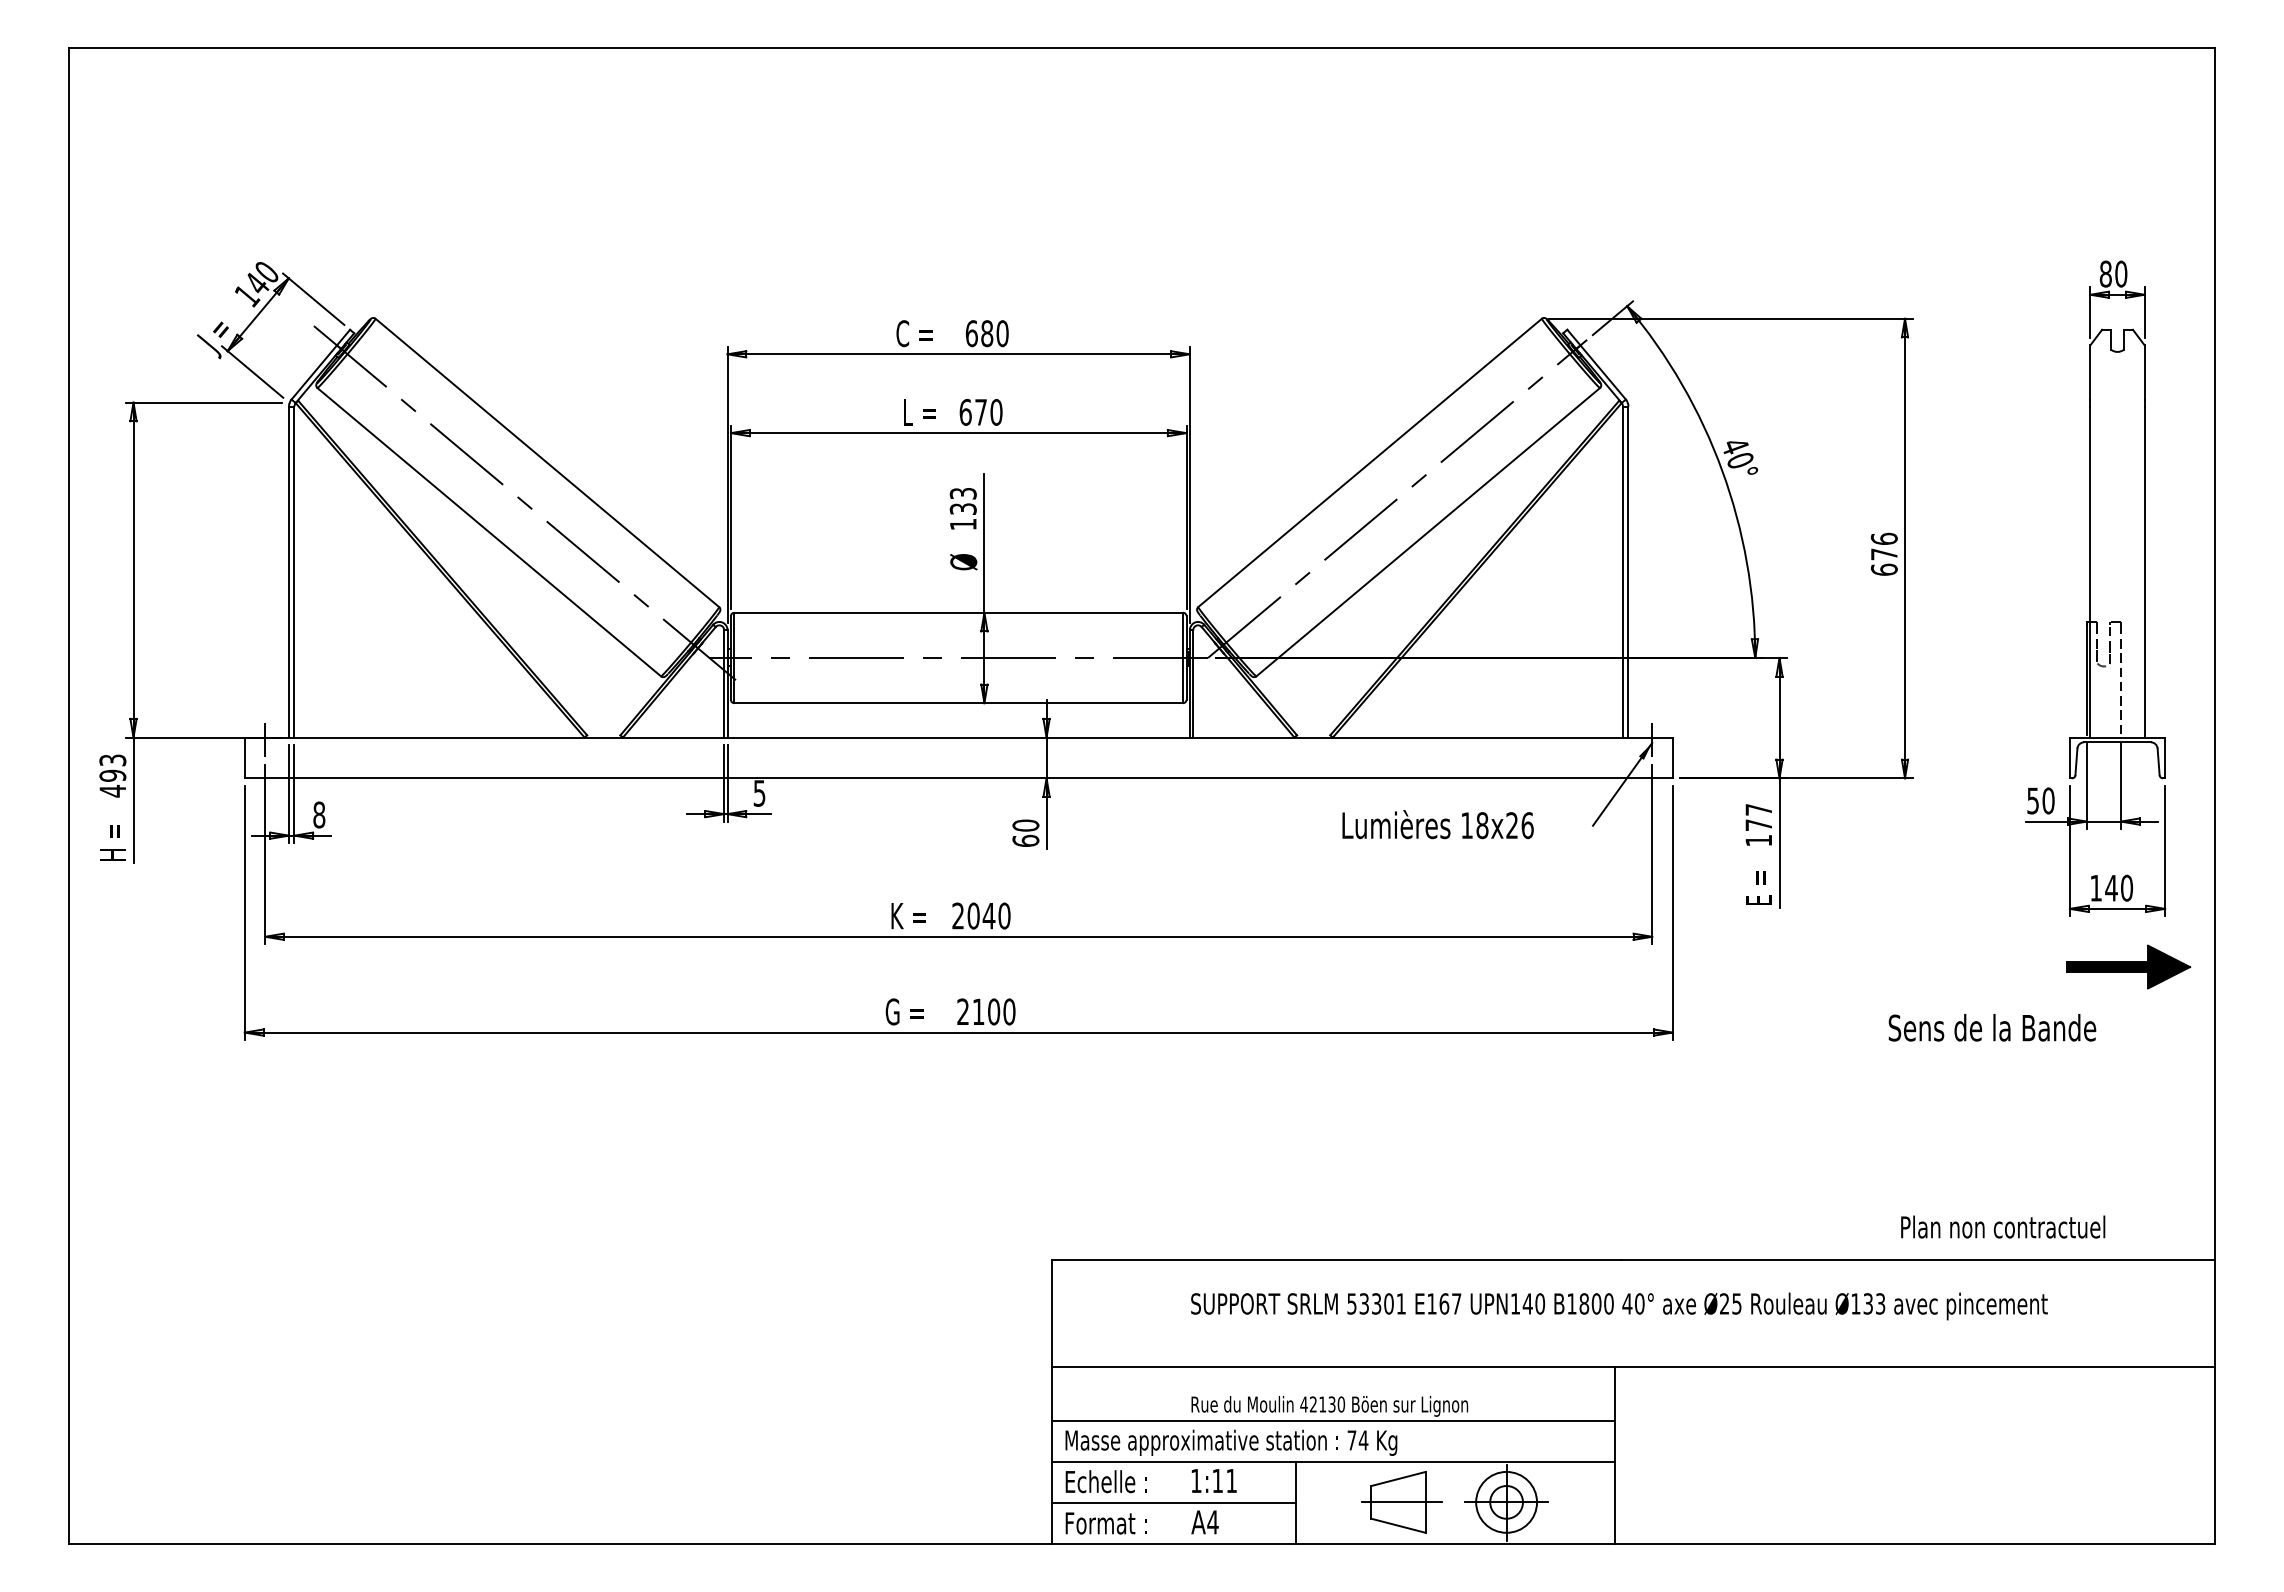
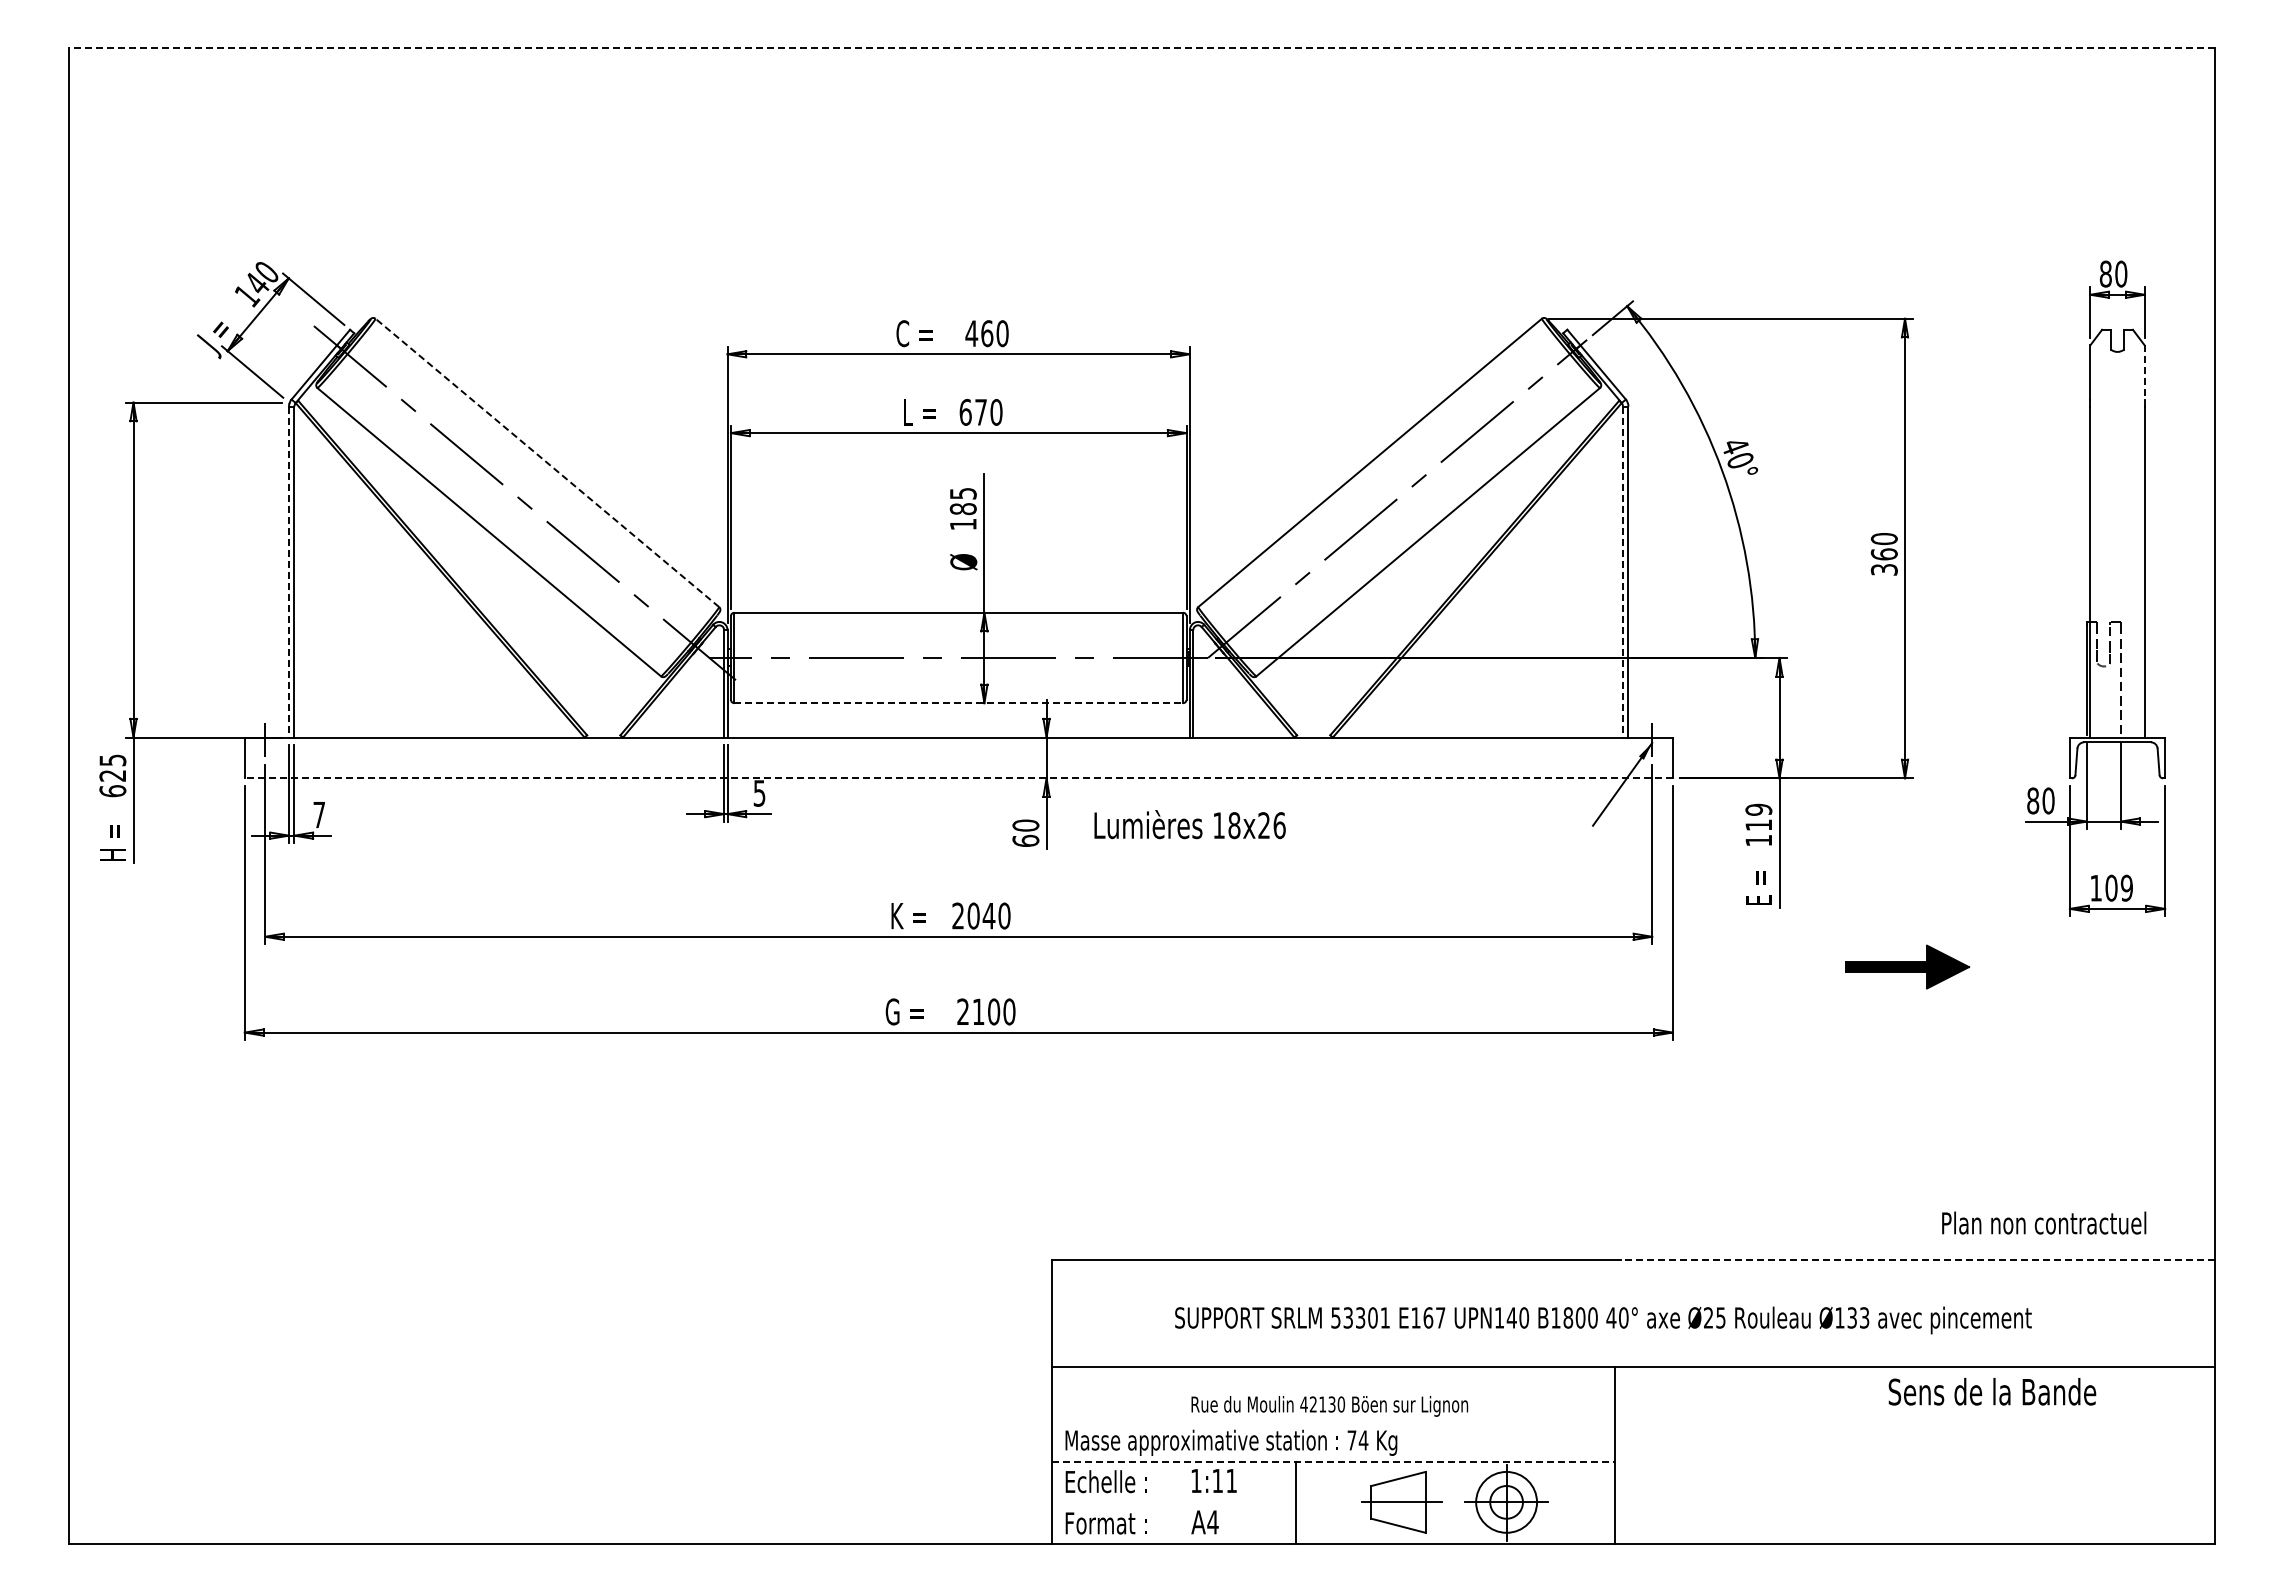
line at (1141, 47): solid -> dashed
text at (979, 333): 680 -> 460
line at (2144, 372): solid -> dashed
line at (546, 462): solid -> dashed
text at (962, 501): 133 -> 185
text at (1883, 553): 676 -> 360
line at (289, 572): solid -> dashed
line at (1623, 572): solid -> dashed
line at (959, 703): solid -> dashed
text at (112, 775): 493 -> 625
line at (958, 778): solid -> dashed
text at (2033, 800): 50 -> 80
text at (319, 814): 8 -> 7
text at (1758, 816): 177 -> 119
text at (1437, 824) position: (1437, 824) -> (1189, 824)
text at (2119, 887): 140 -> 109
part at (2128, 966) position: (2128, 966) -> (1907, 966)
text at (1992, 1027) position: (1992, 1027) -> (1992, 1391)
text at (2003, 1226) position: (2003, 1226) -> (2044, 1222)
line at (1917, 1260): solid -> dashed
text at (1619, 1306) position: (1619, 1306) -> (1603, 1320)
line at (1332, 1420): present -> none
line at (1333, 1462): solid -> dashed
line at (1173, 1503): present -> none
